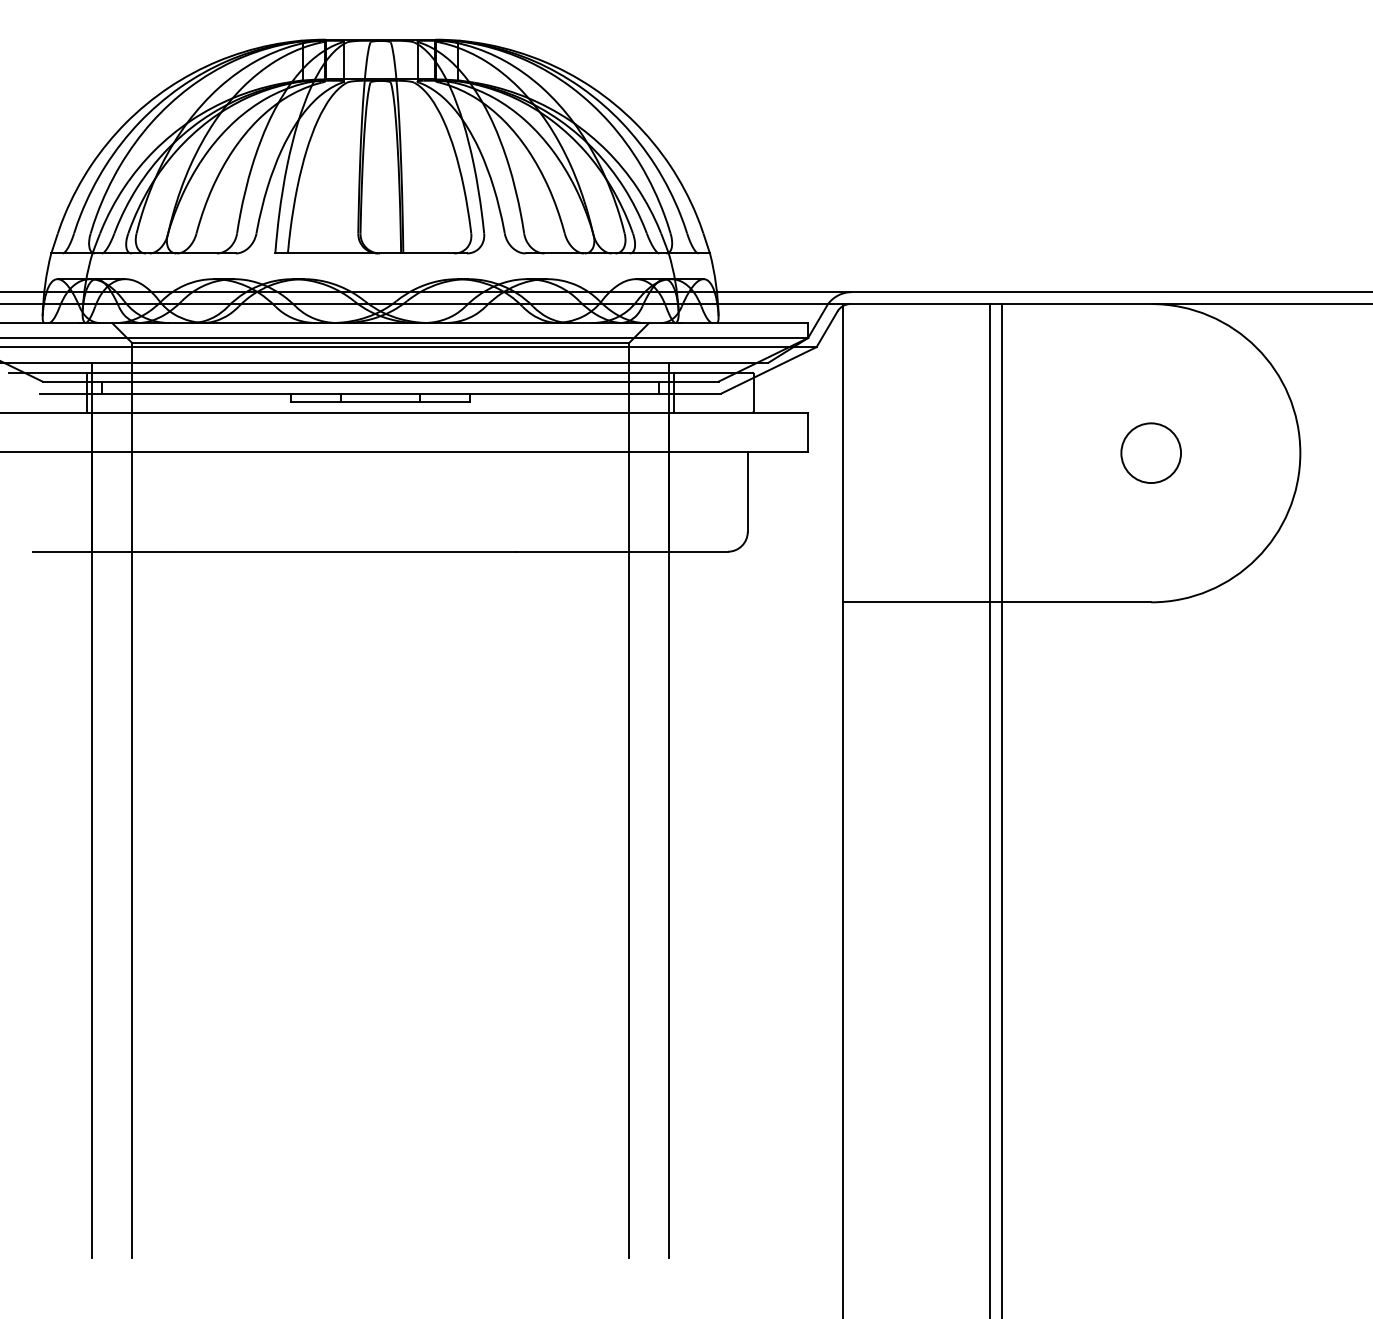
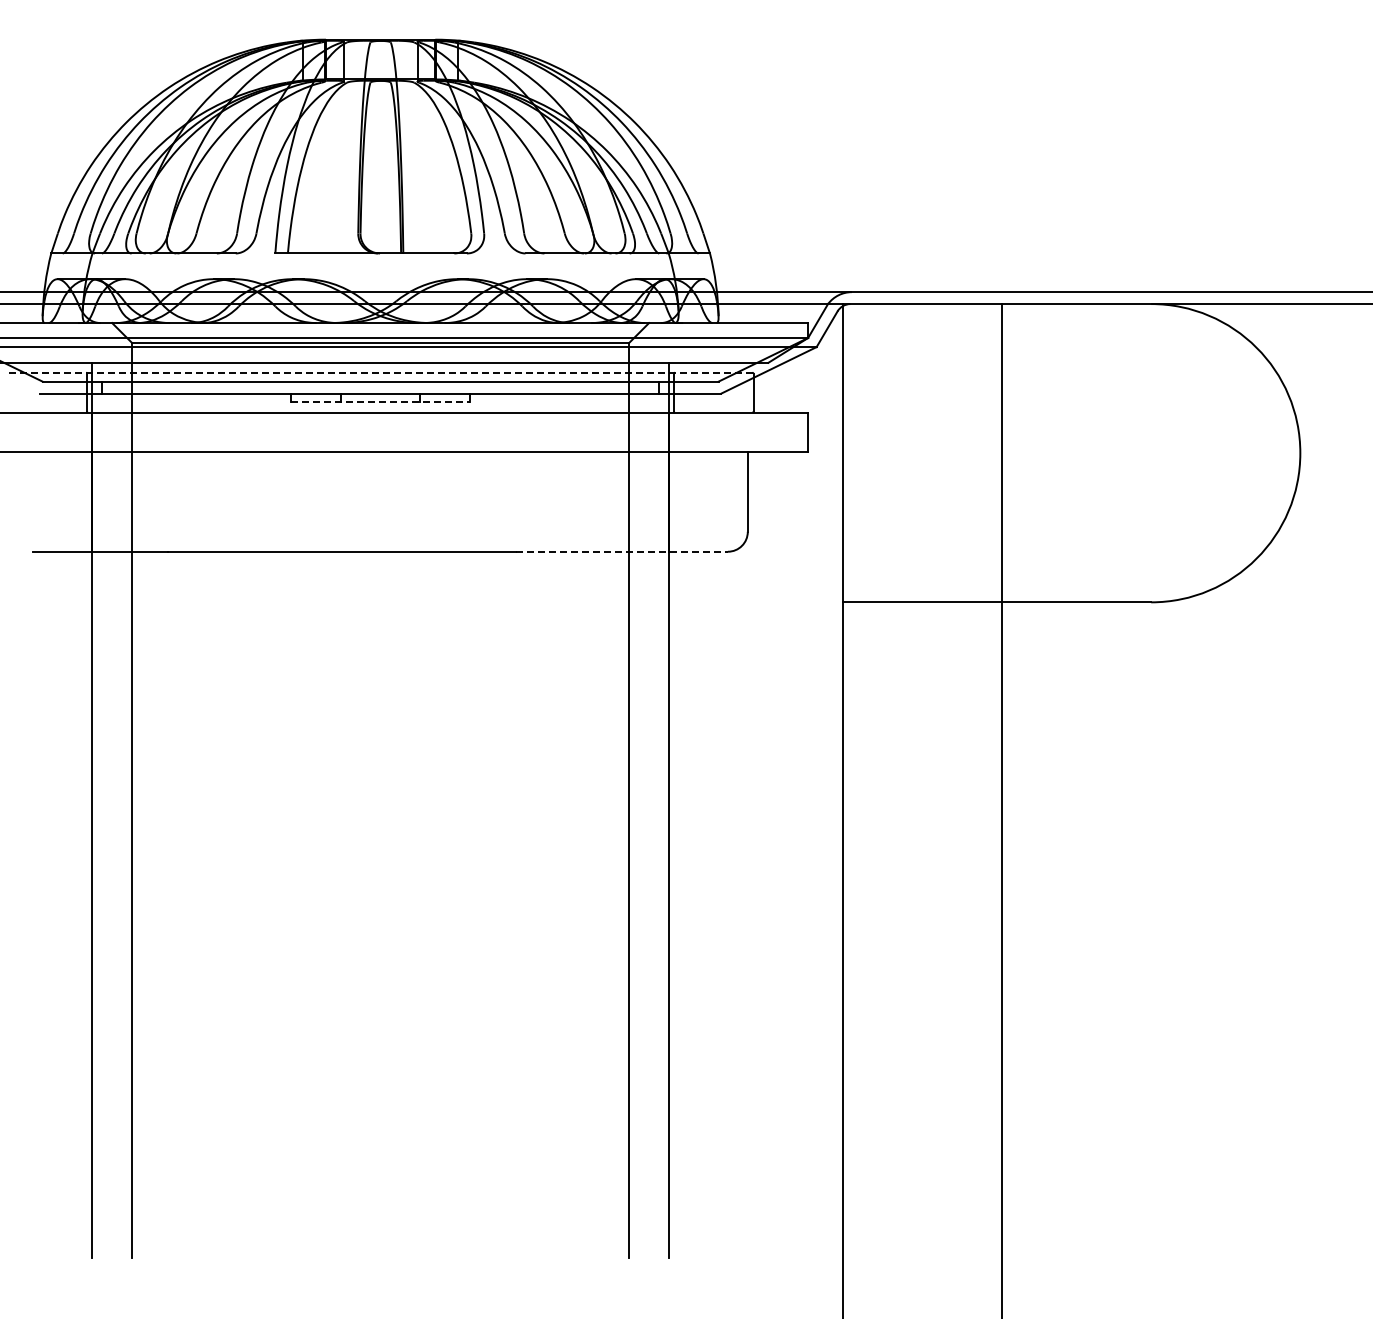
line at (380, 372): solid -> dashed
line at (381, 402): solid -> dashed
circle at (1150, 452): present -> none
line at (622, 551): solid -> dashed
line at (990, 809): present -> none
